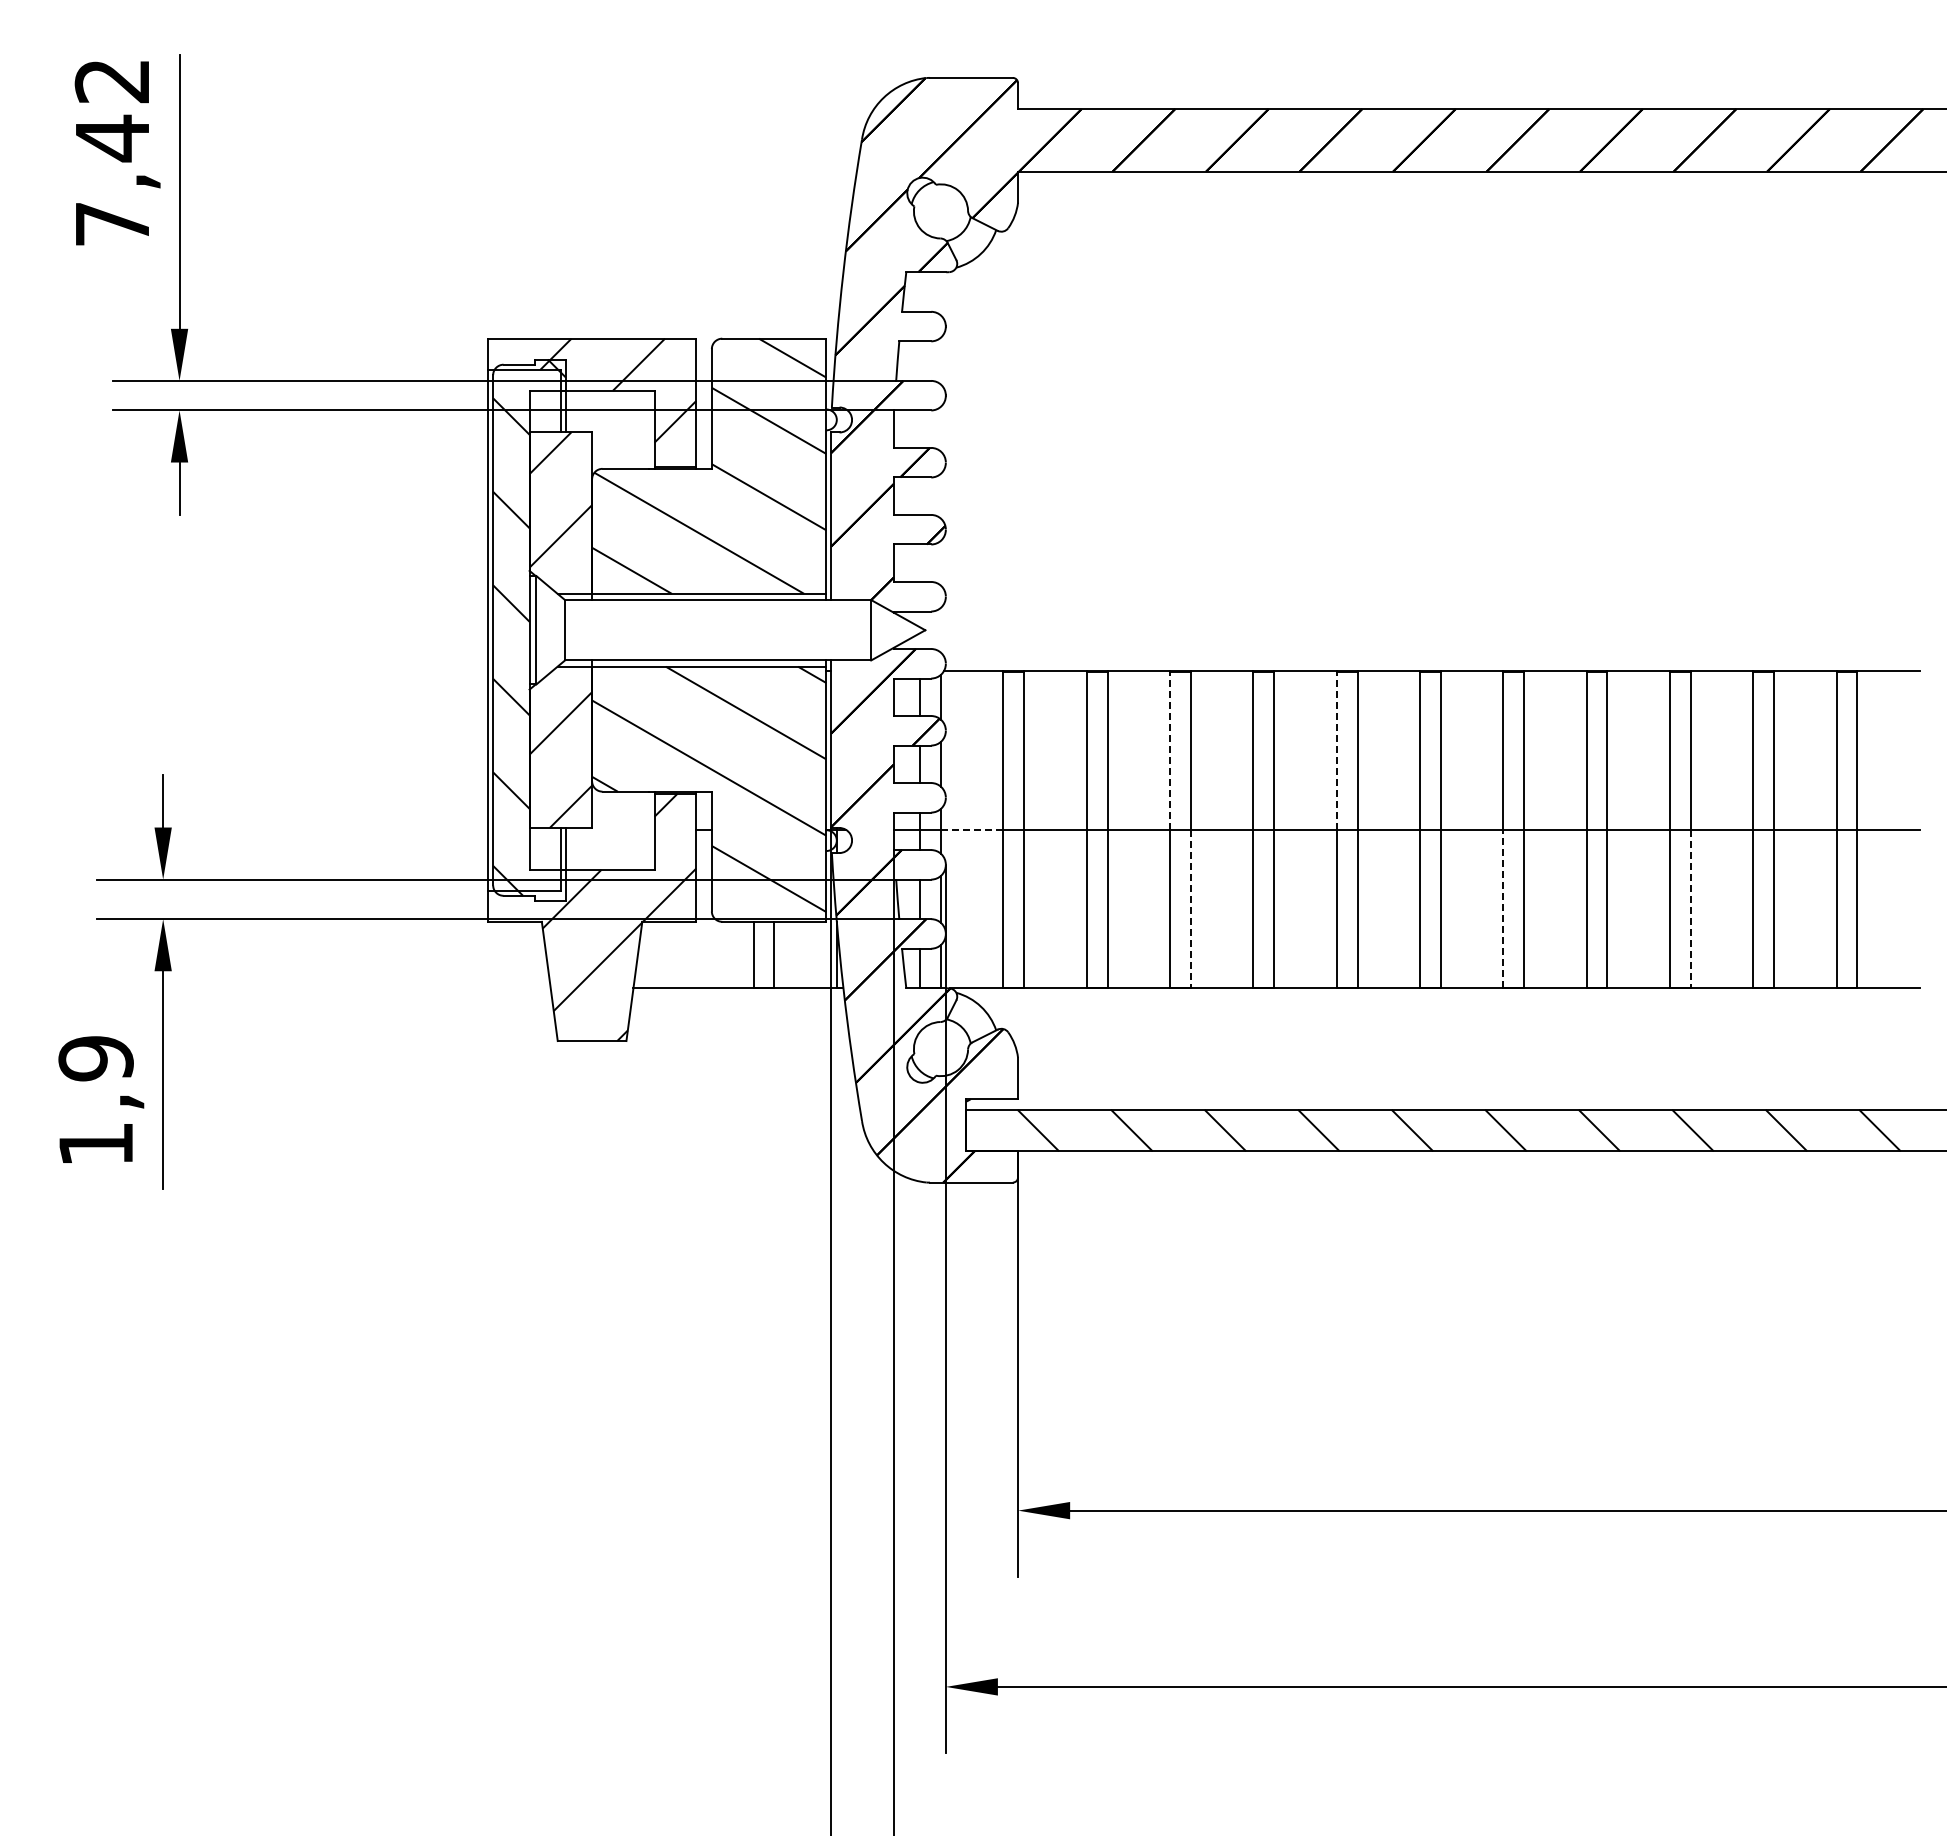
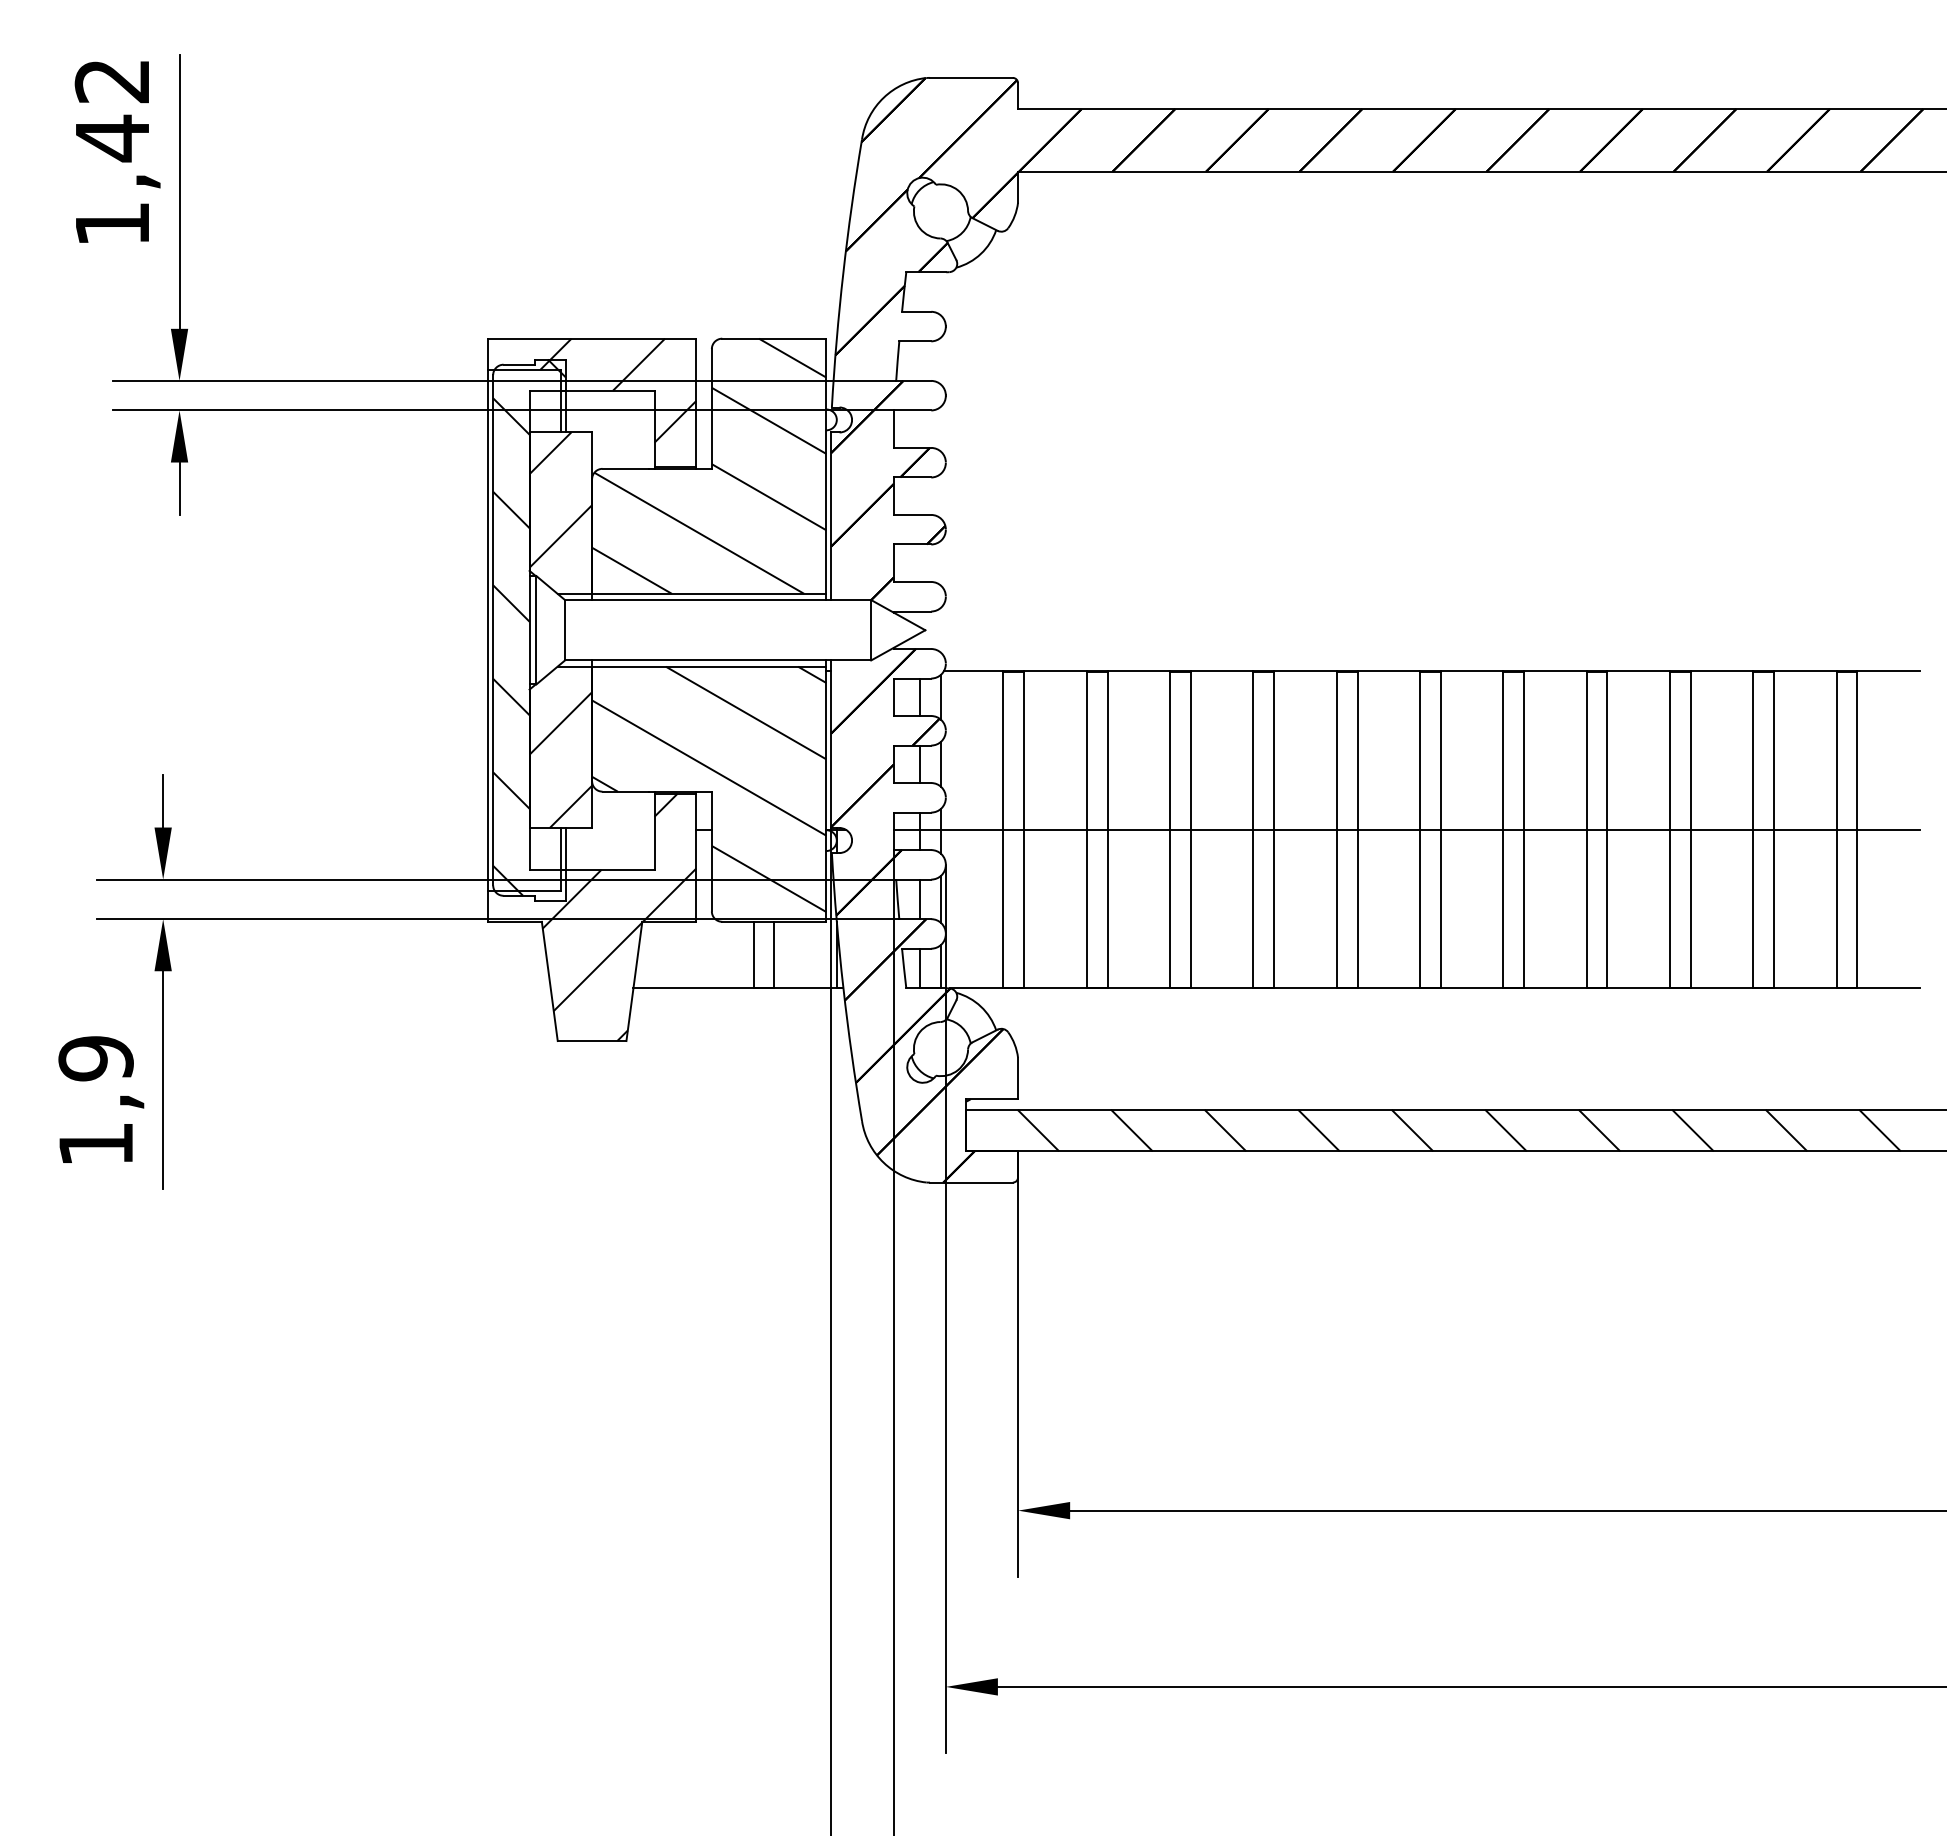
text at (112, 224): 7,42 -> 1,42
line at (1170, 750): dashed -> solid
line at (1336, 750): dashed -> solid
line at (972, 829): dashed -> solid
line at (1503, 908): dashed -> solid
line at (1190, 909): dashed -> solid
line at (1690, 909): dashed -> solid
